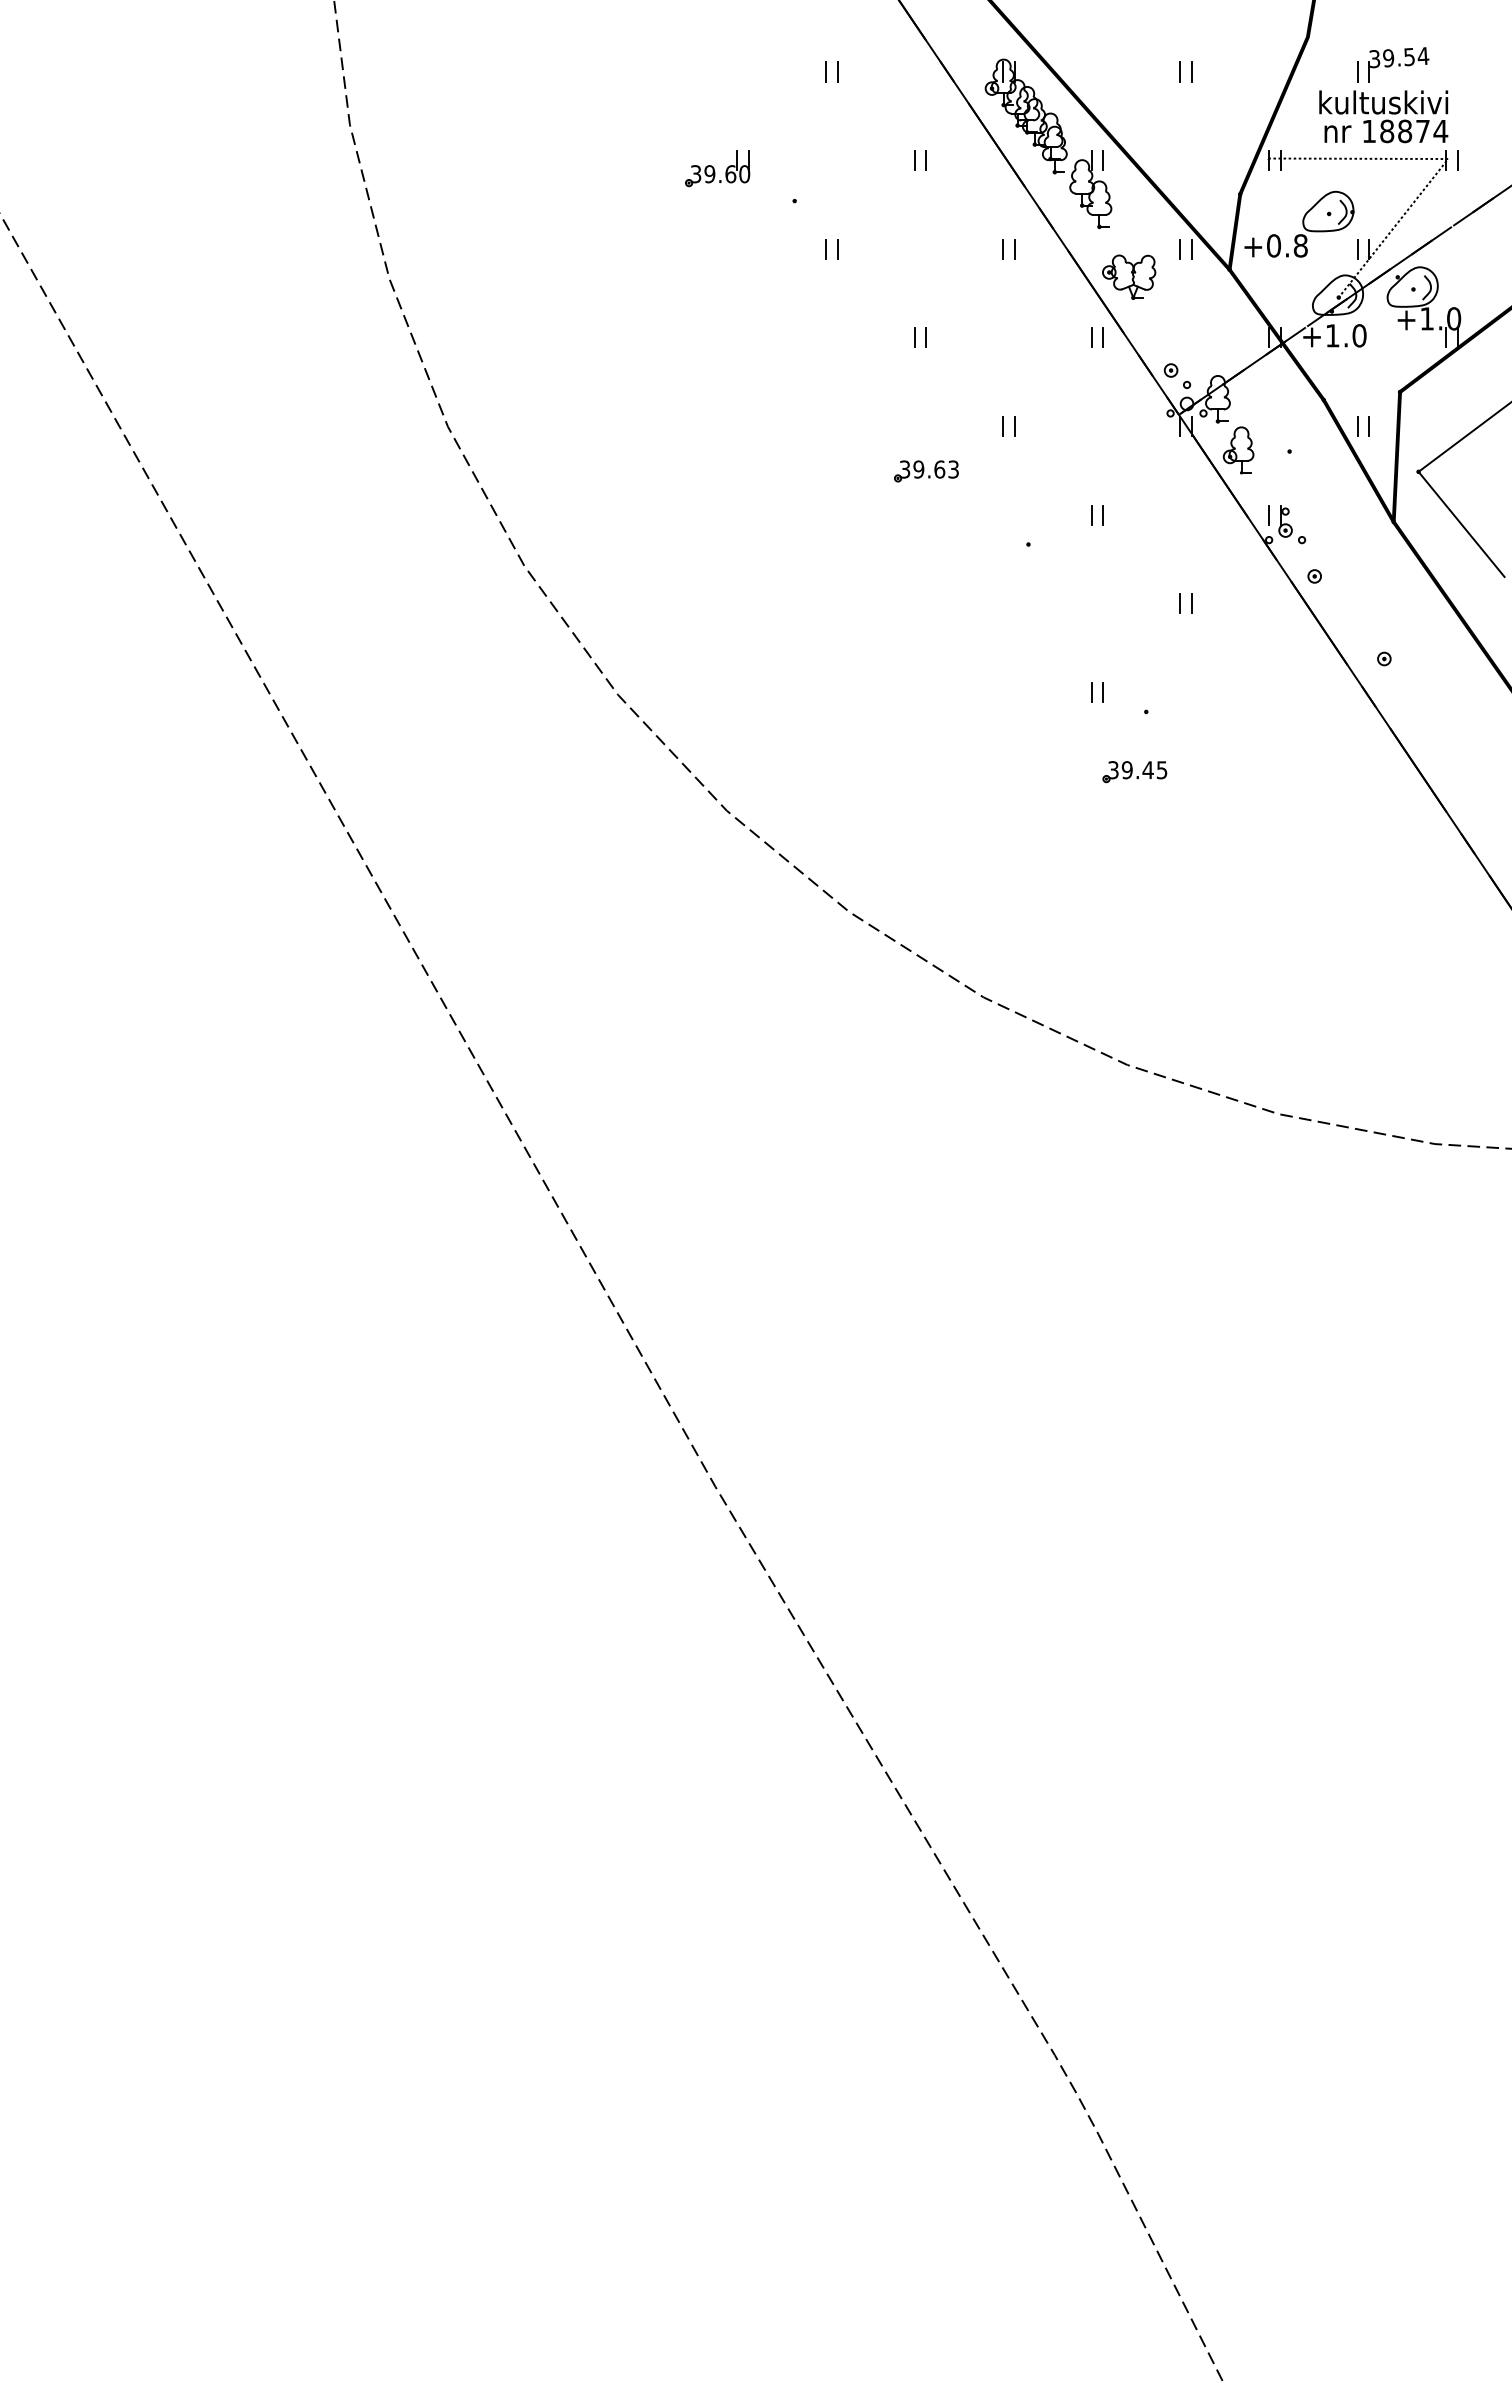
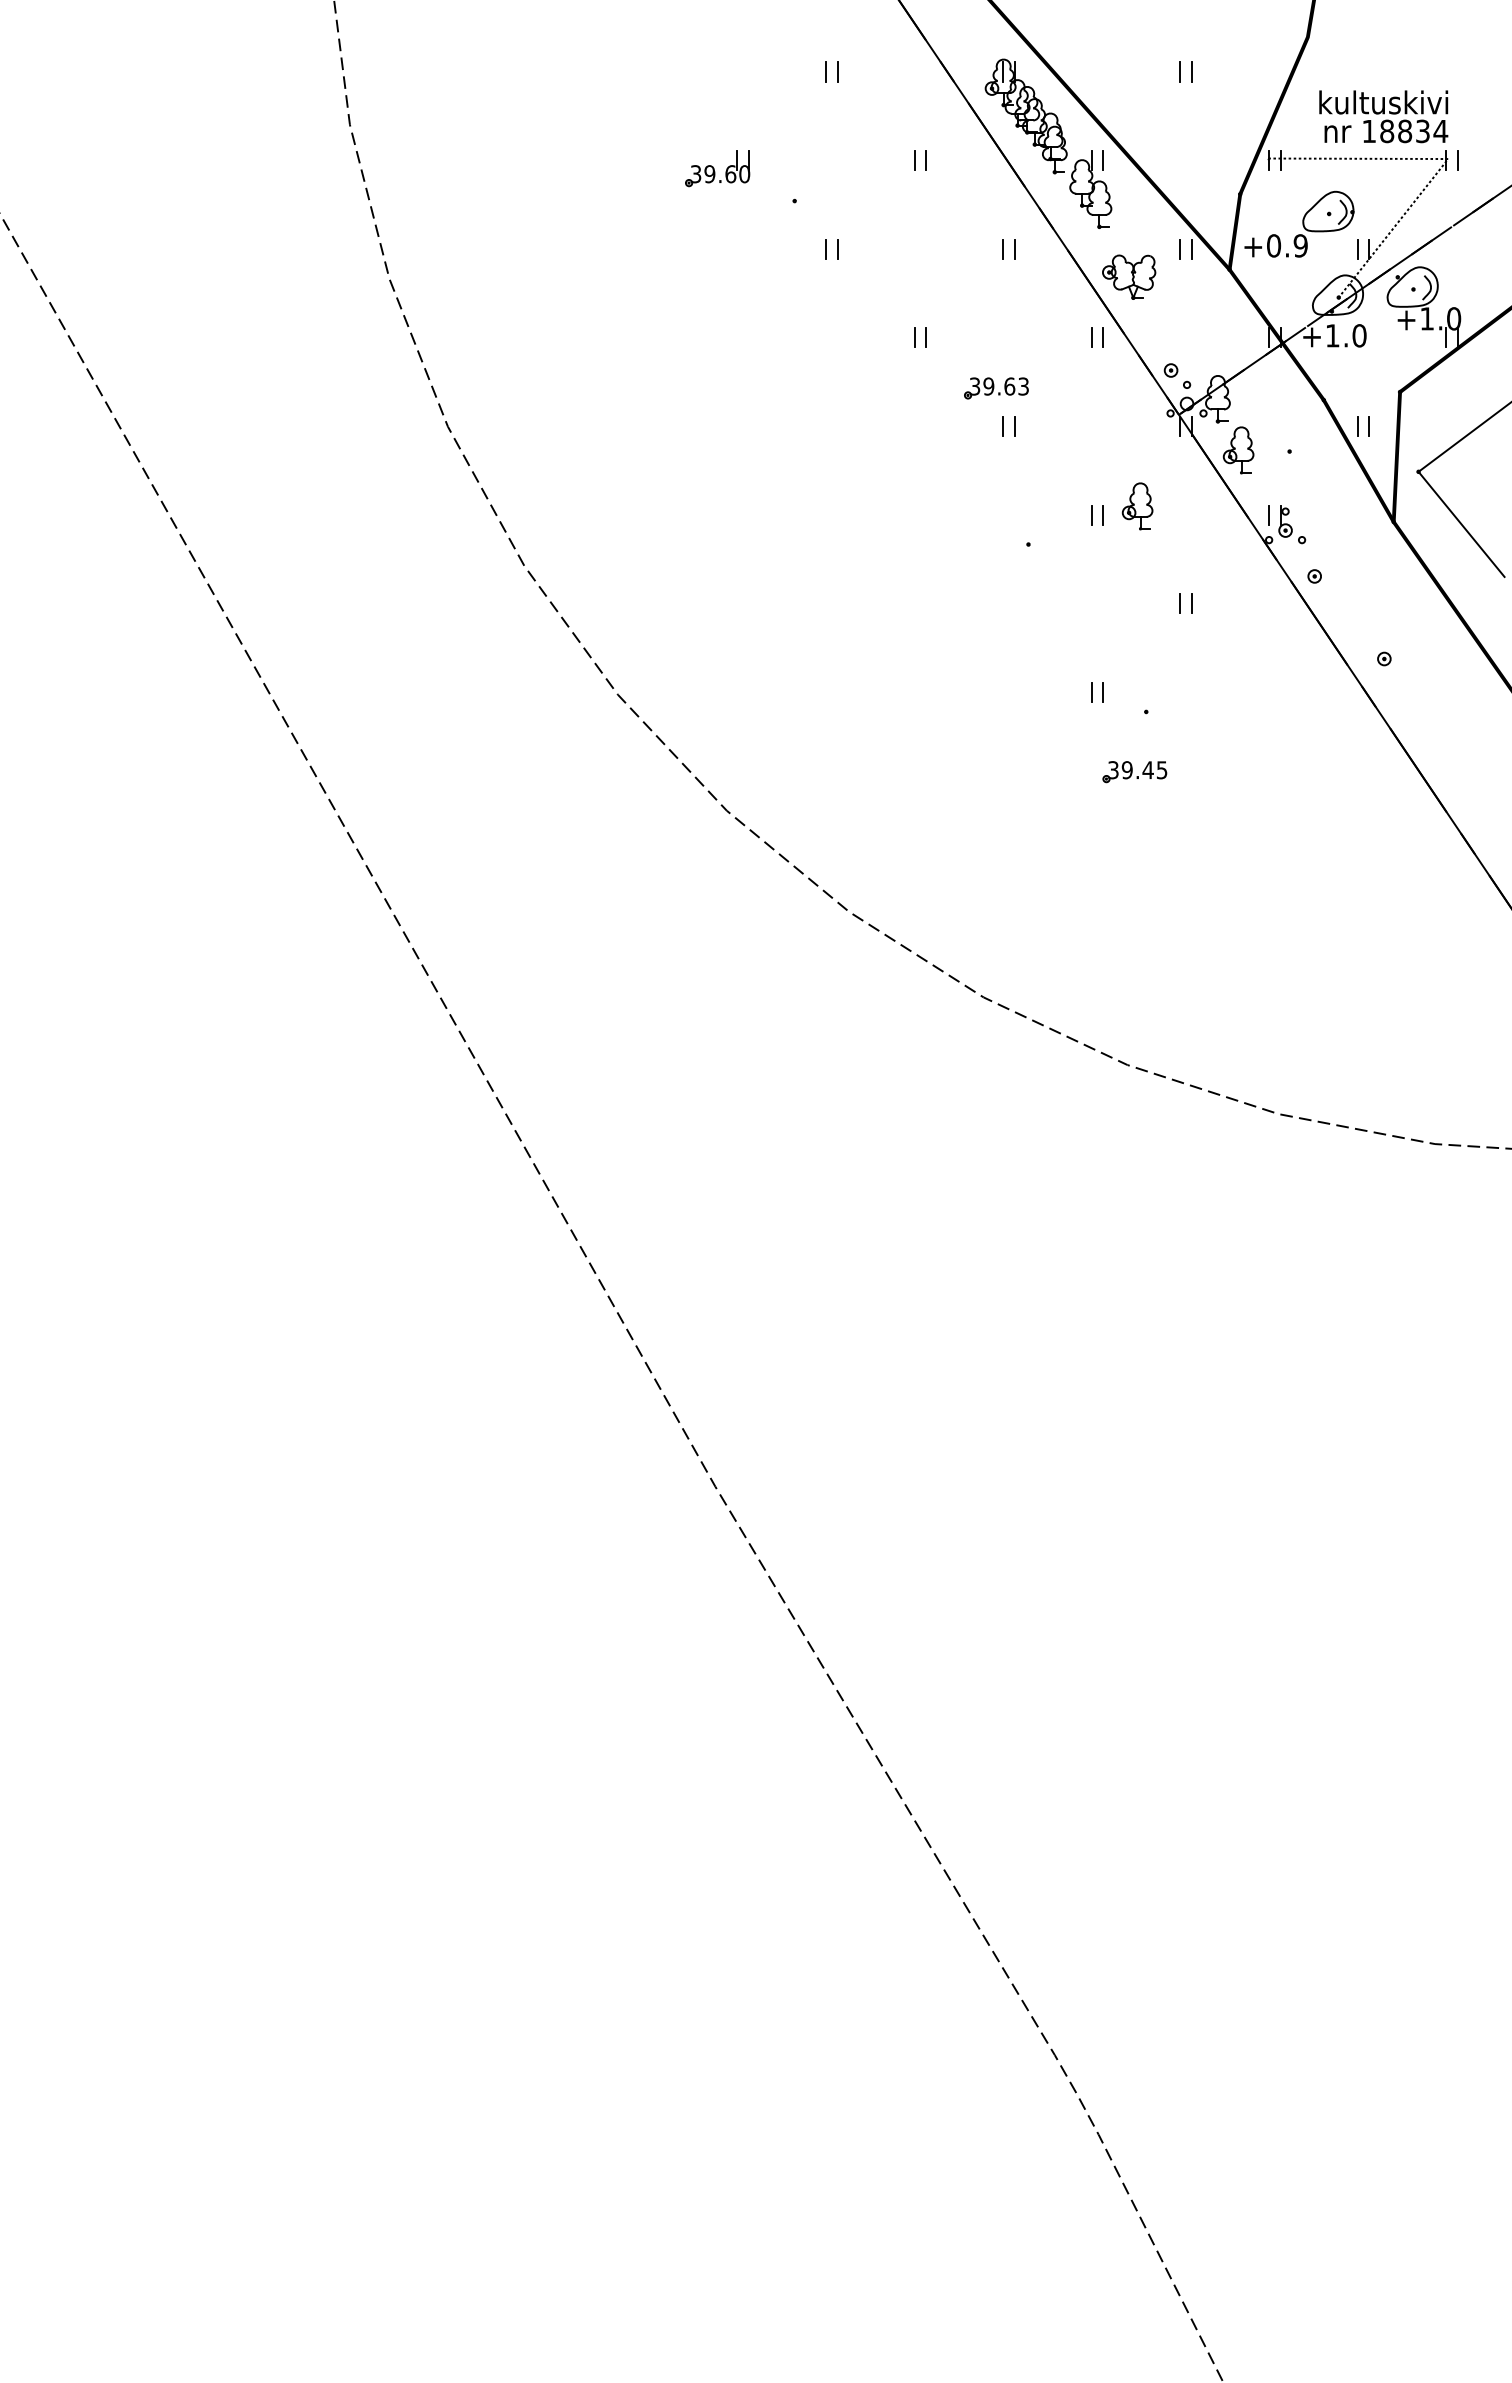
part at (1393, 64): present -> none
text at (1422, 131): 18874 -> 18834
text at (1300, 245): +0.8 -> +0.9
part at (926, 471) position: (926, 471) -> (996, 388)
part at (1137, 506): none -> present
